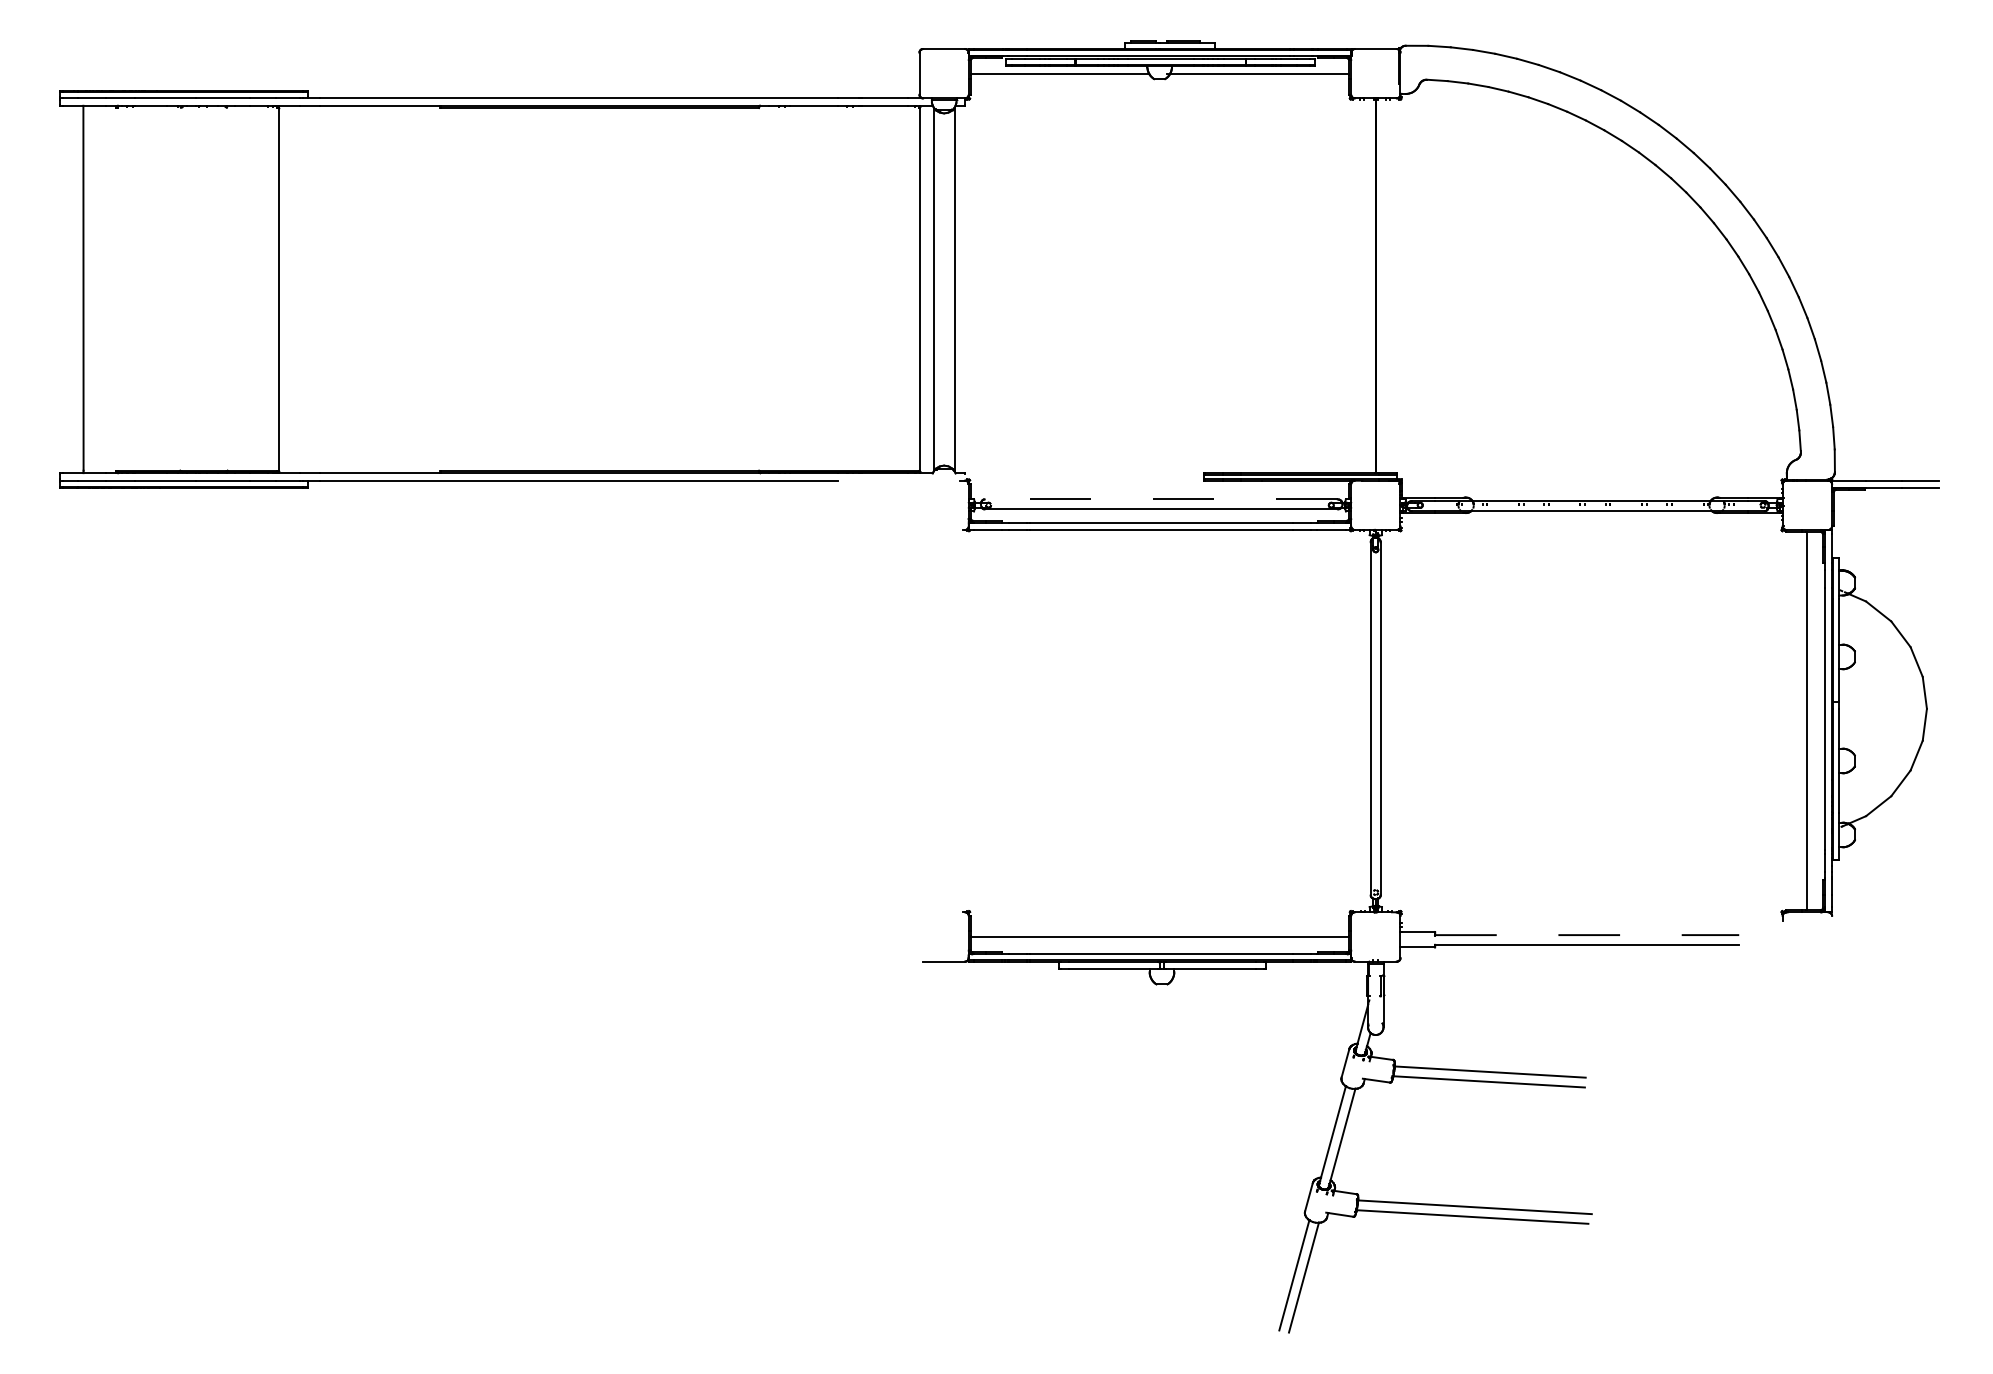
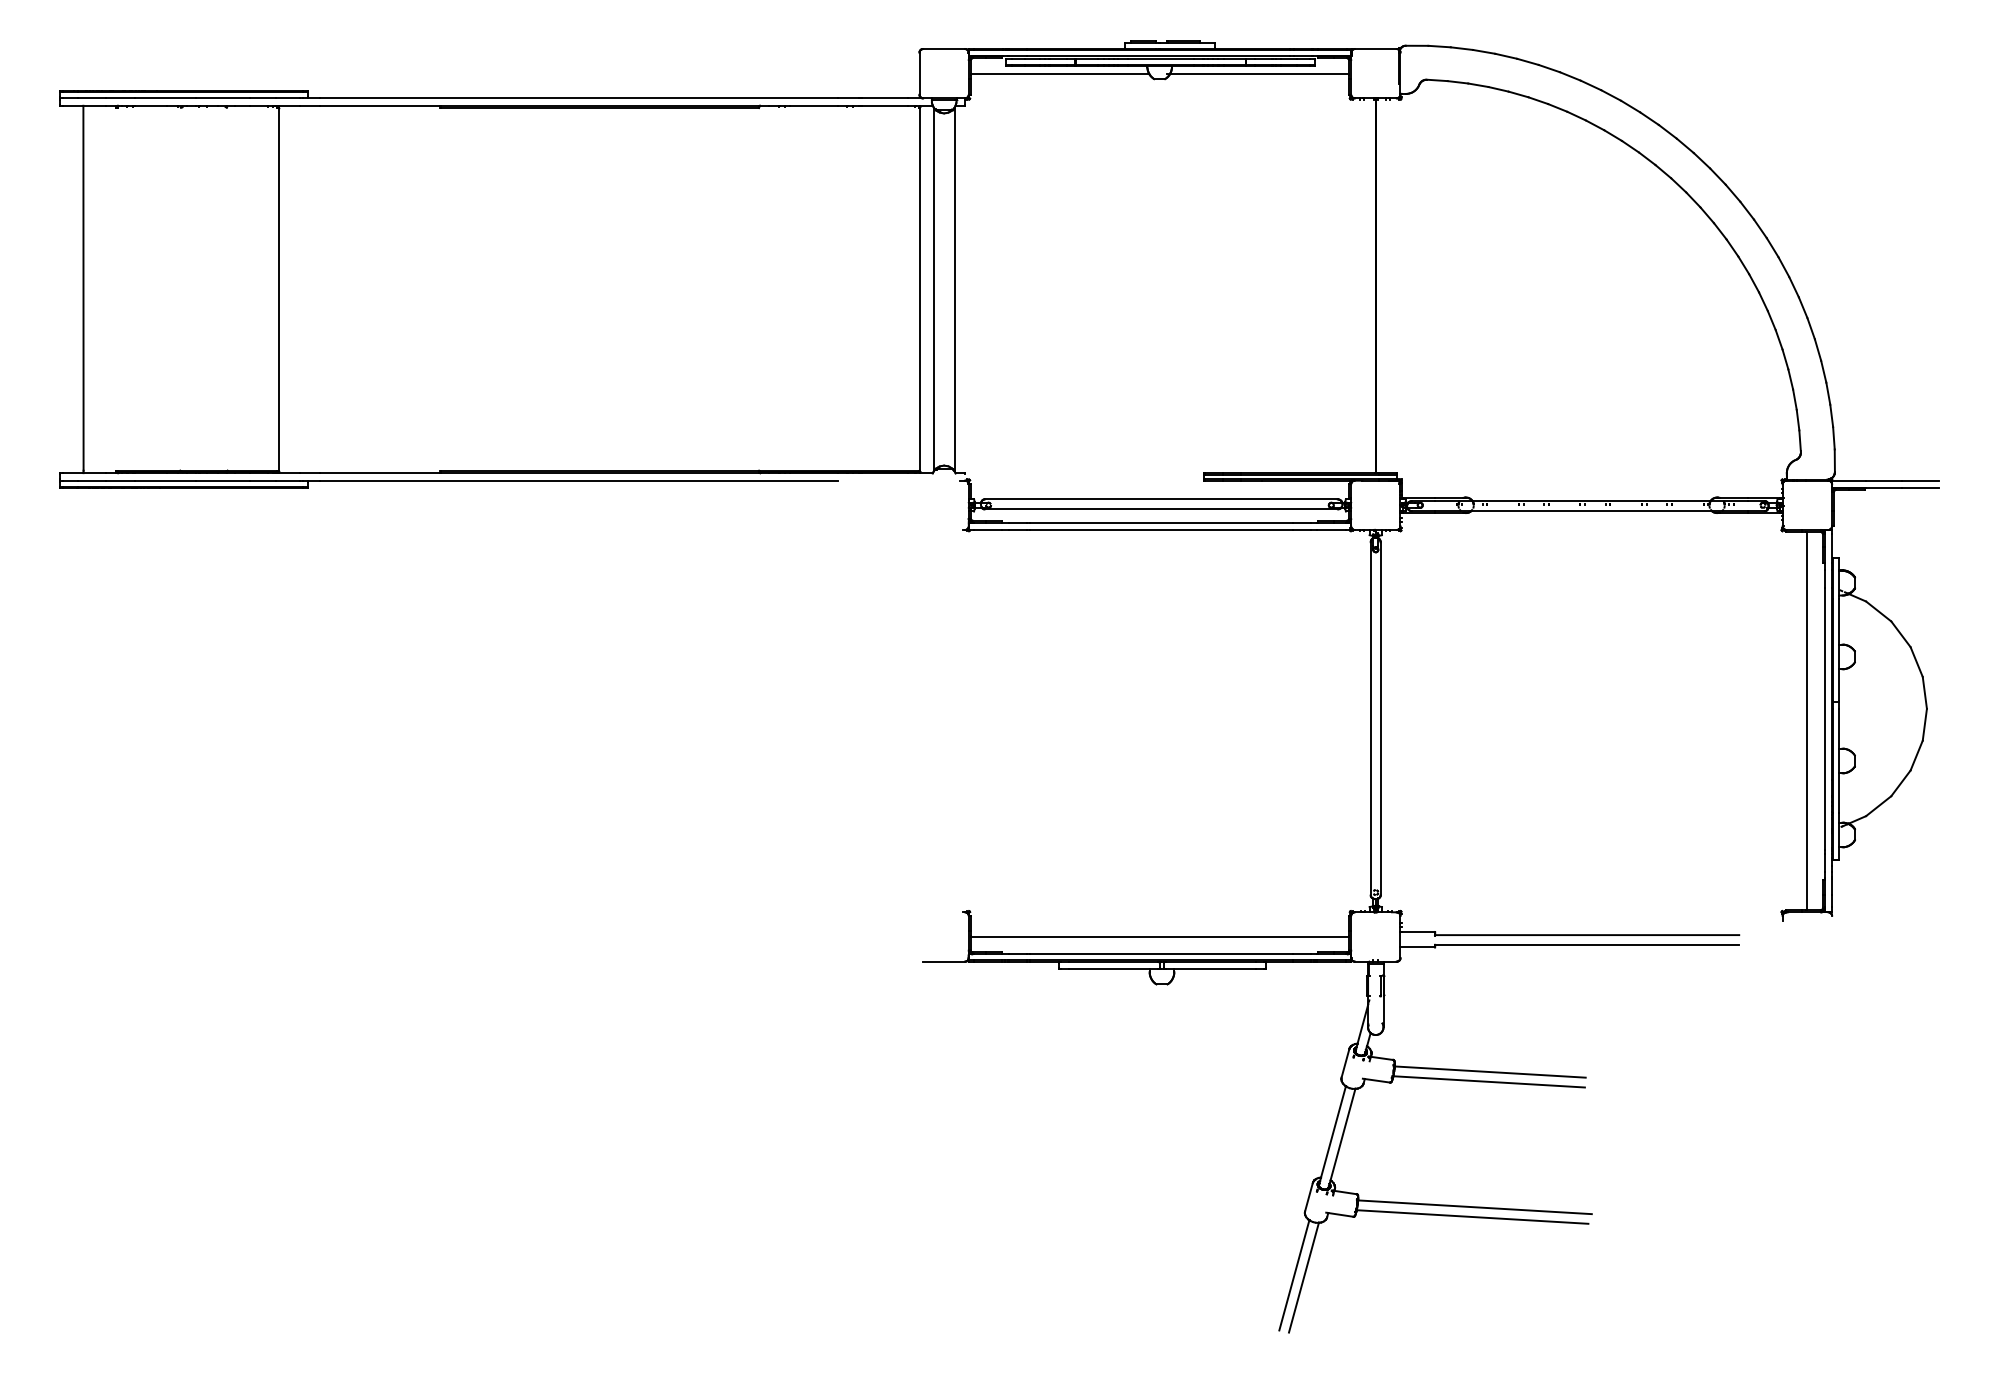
line at (1161, 499): dashed -> solid
line at (1587, 935): dashed -> solid
